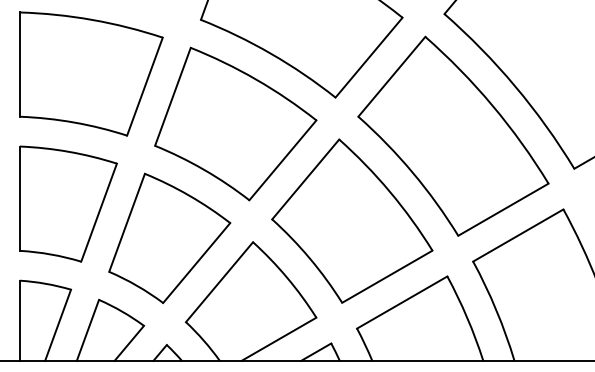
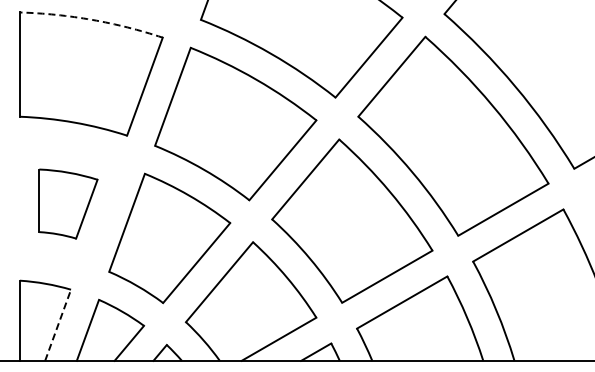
arc at (92, 19): solid -> dashed
part at (68, 203) size: 99x118 px -> 61x72 px
line at (58, 325): solid -> dashed
